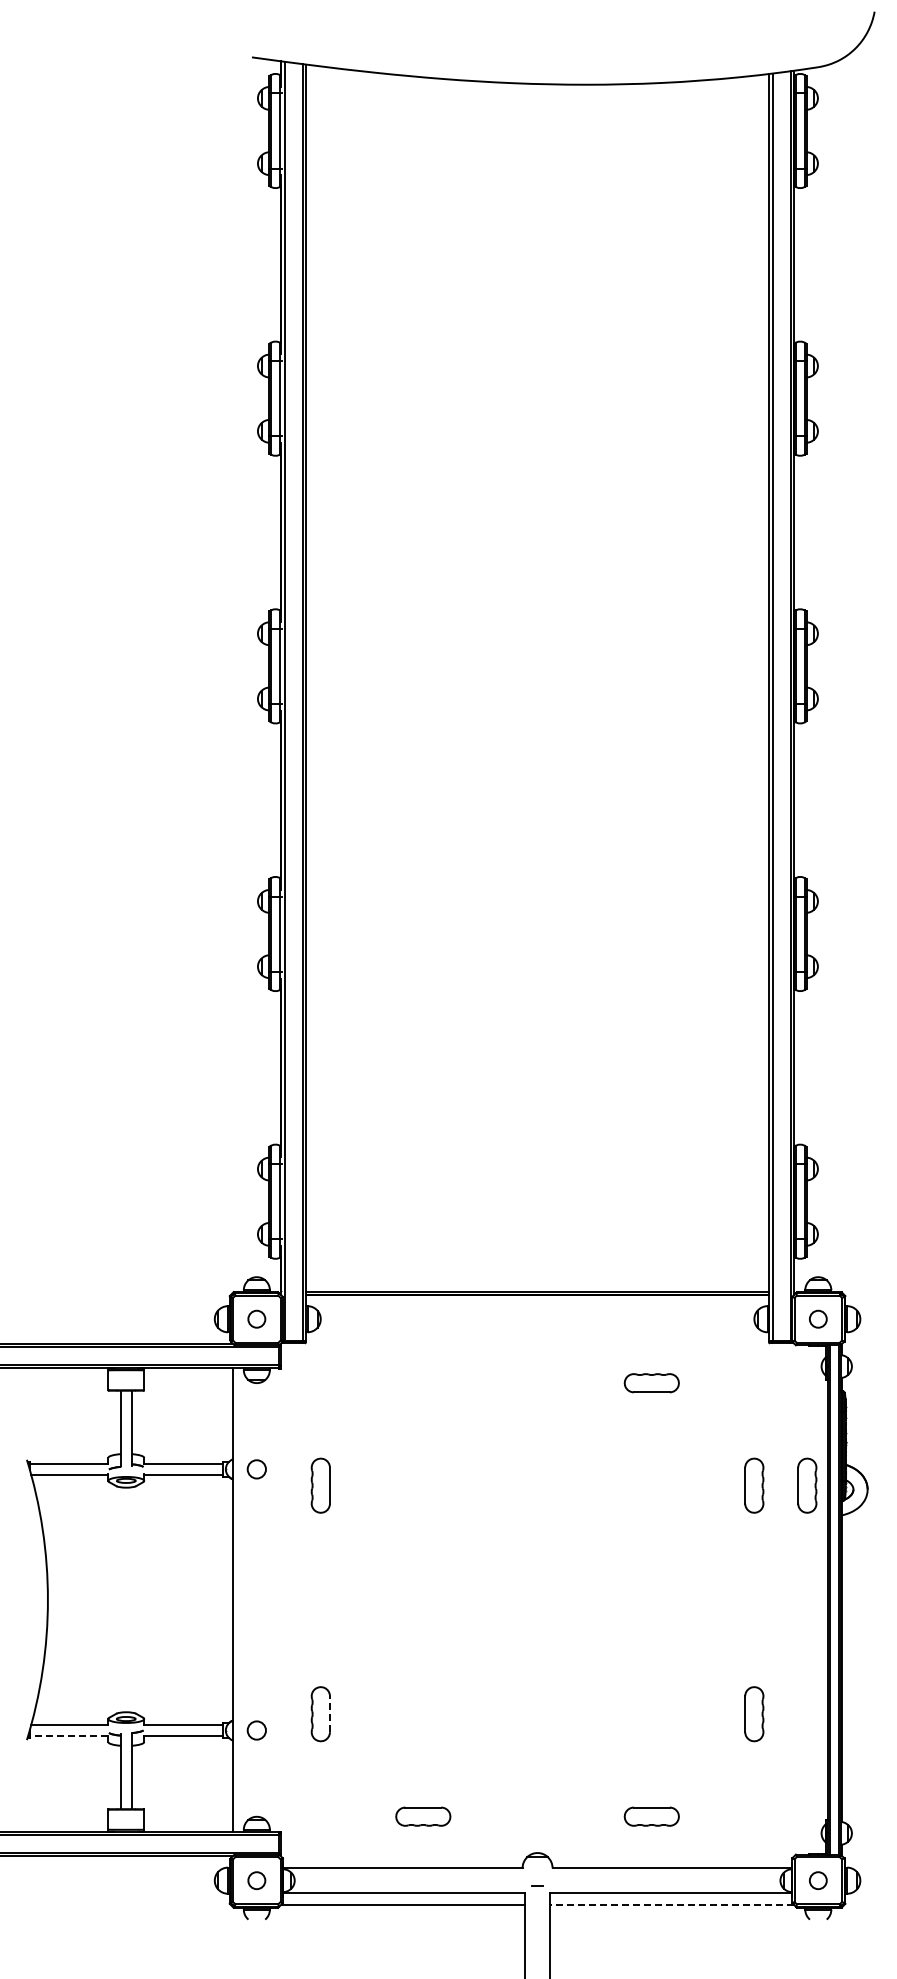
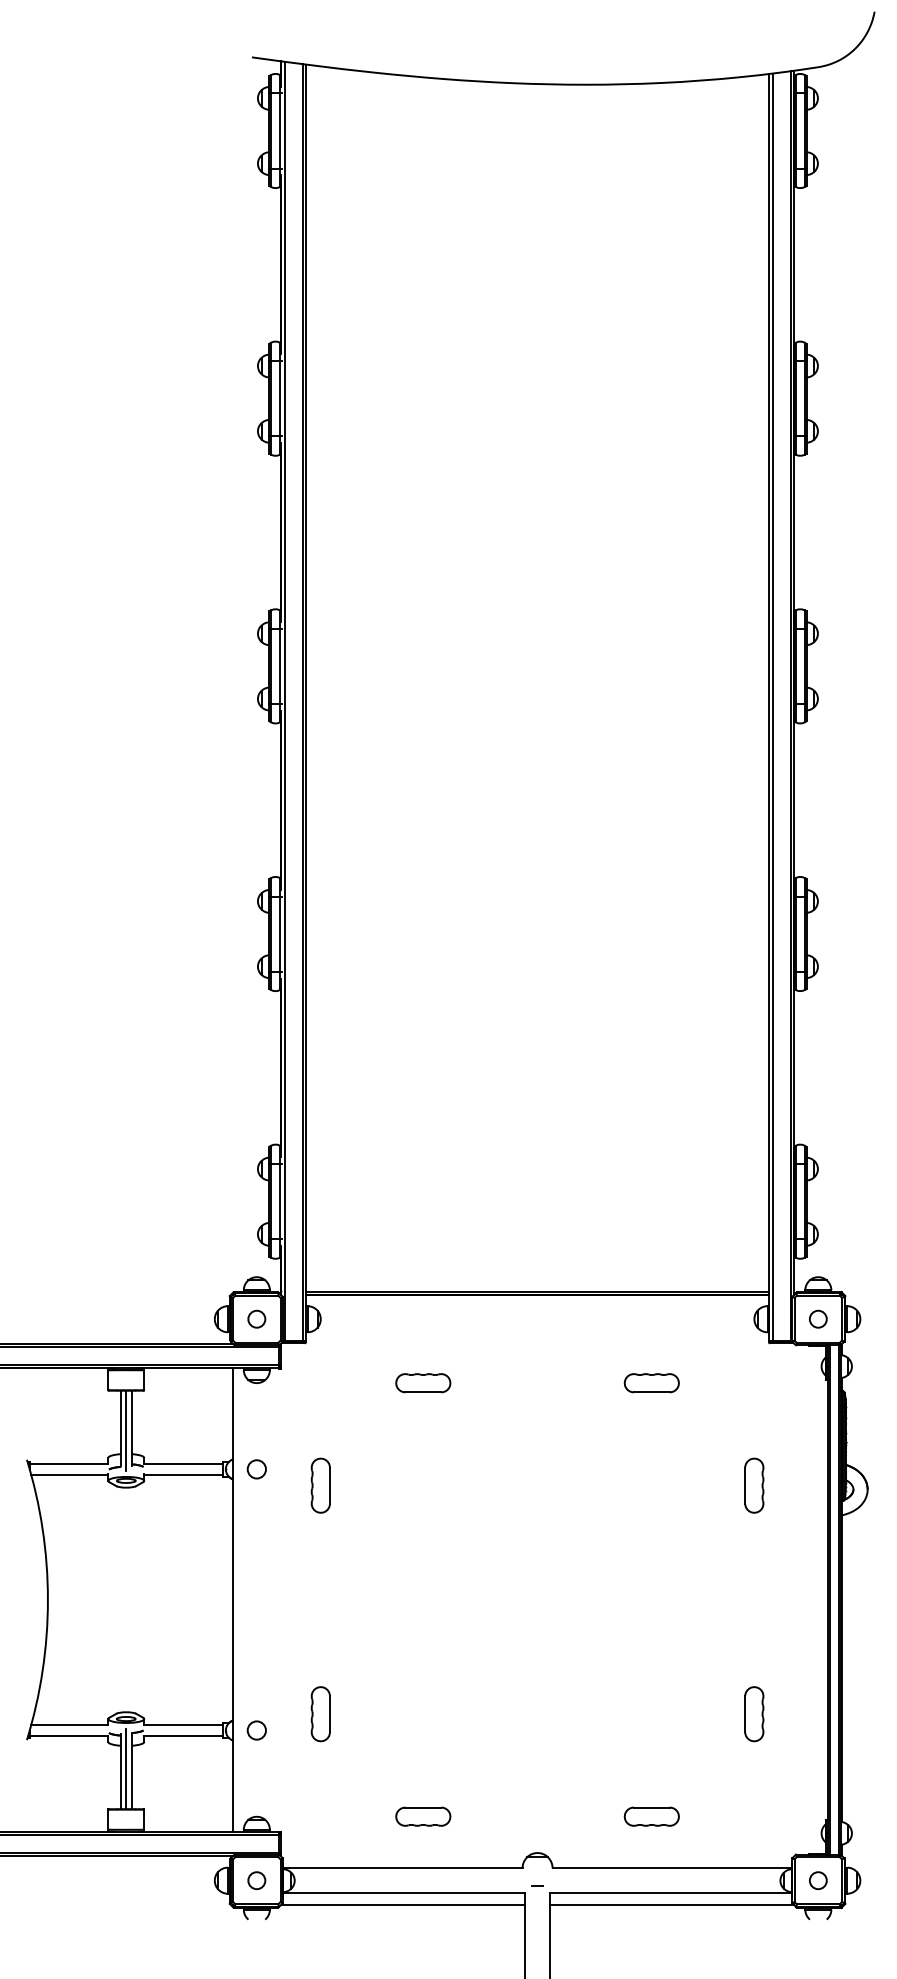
part at (423, 1383): none -> present
line at (126, 1430): none -> present
part at (807, 1485): present -> none
line at (329, 1714): dashed -> solid
line at (68, 1735): dashed -> solid
line at (126, 1769): none -> present
line at (671, 1904): dashed -> solid
